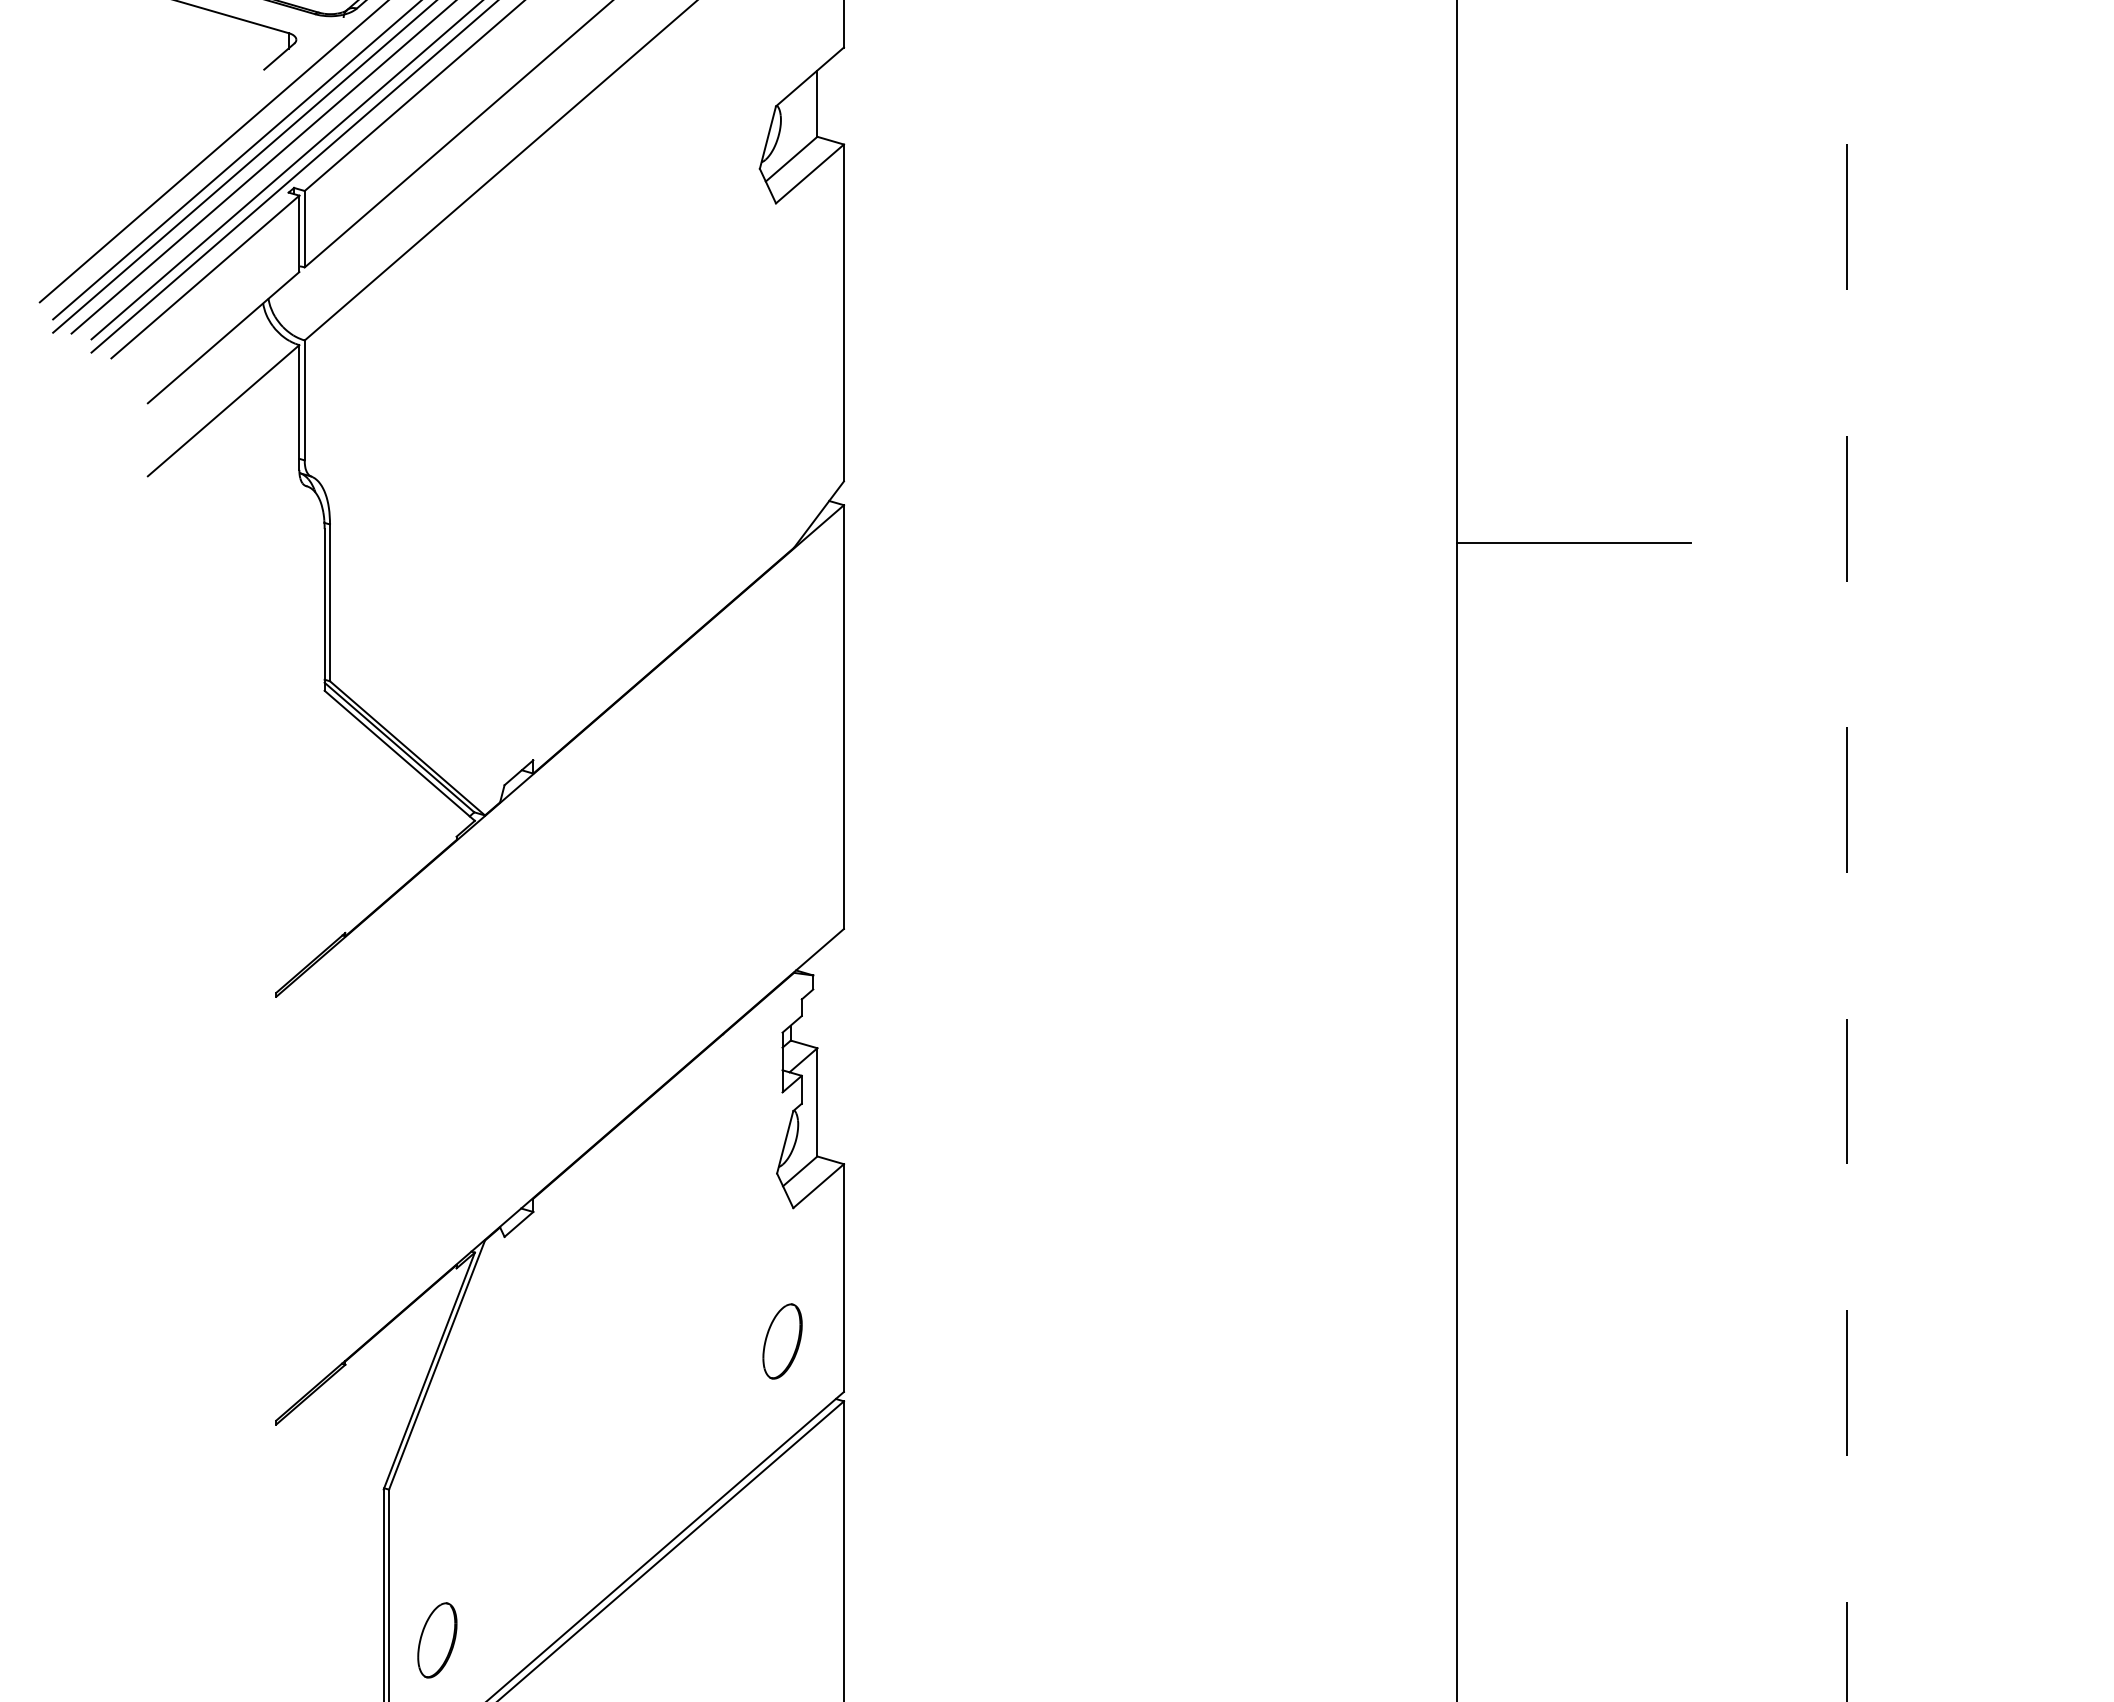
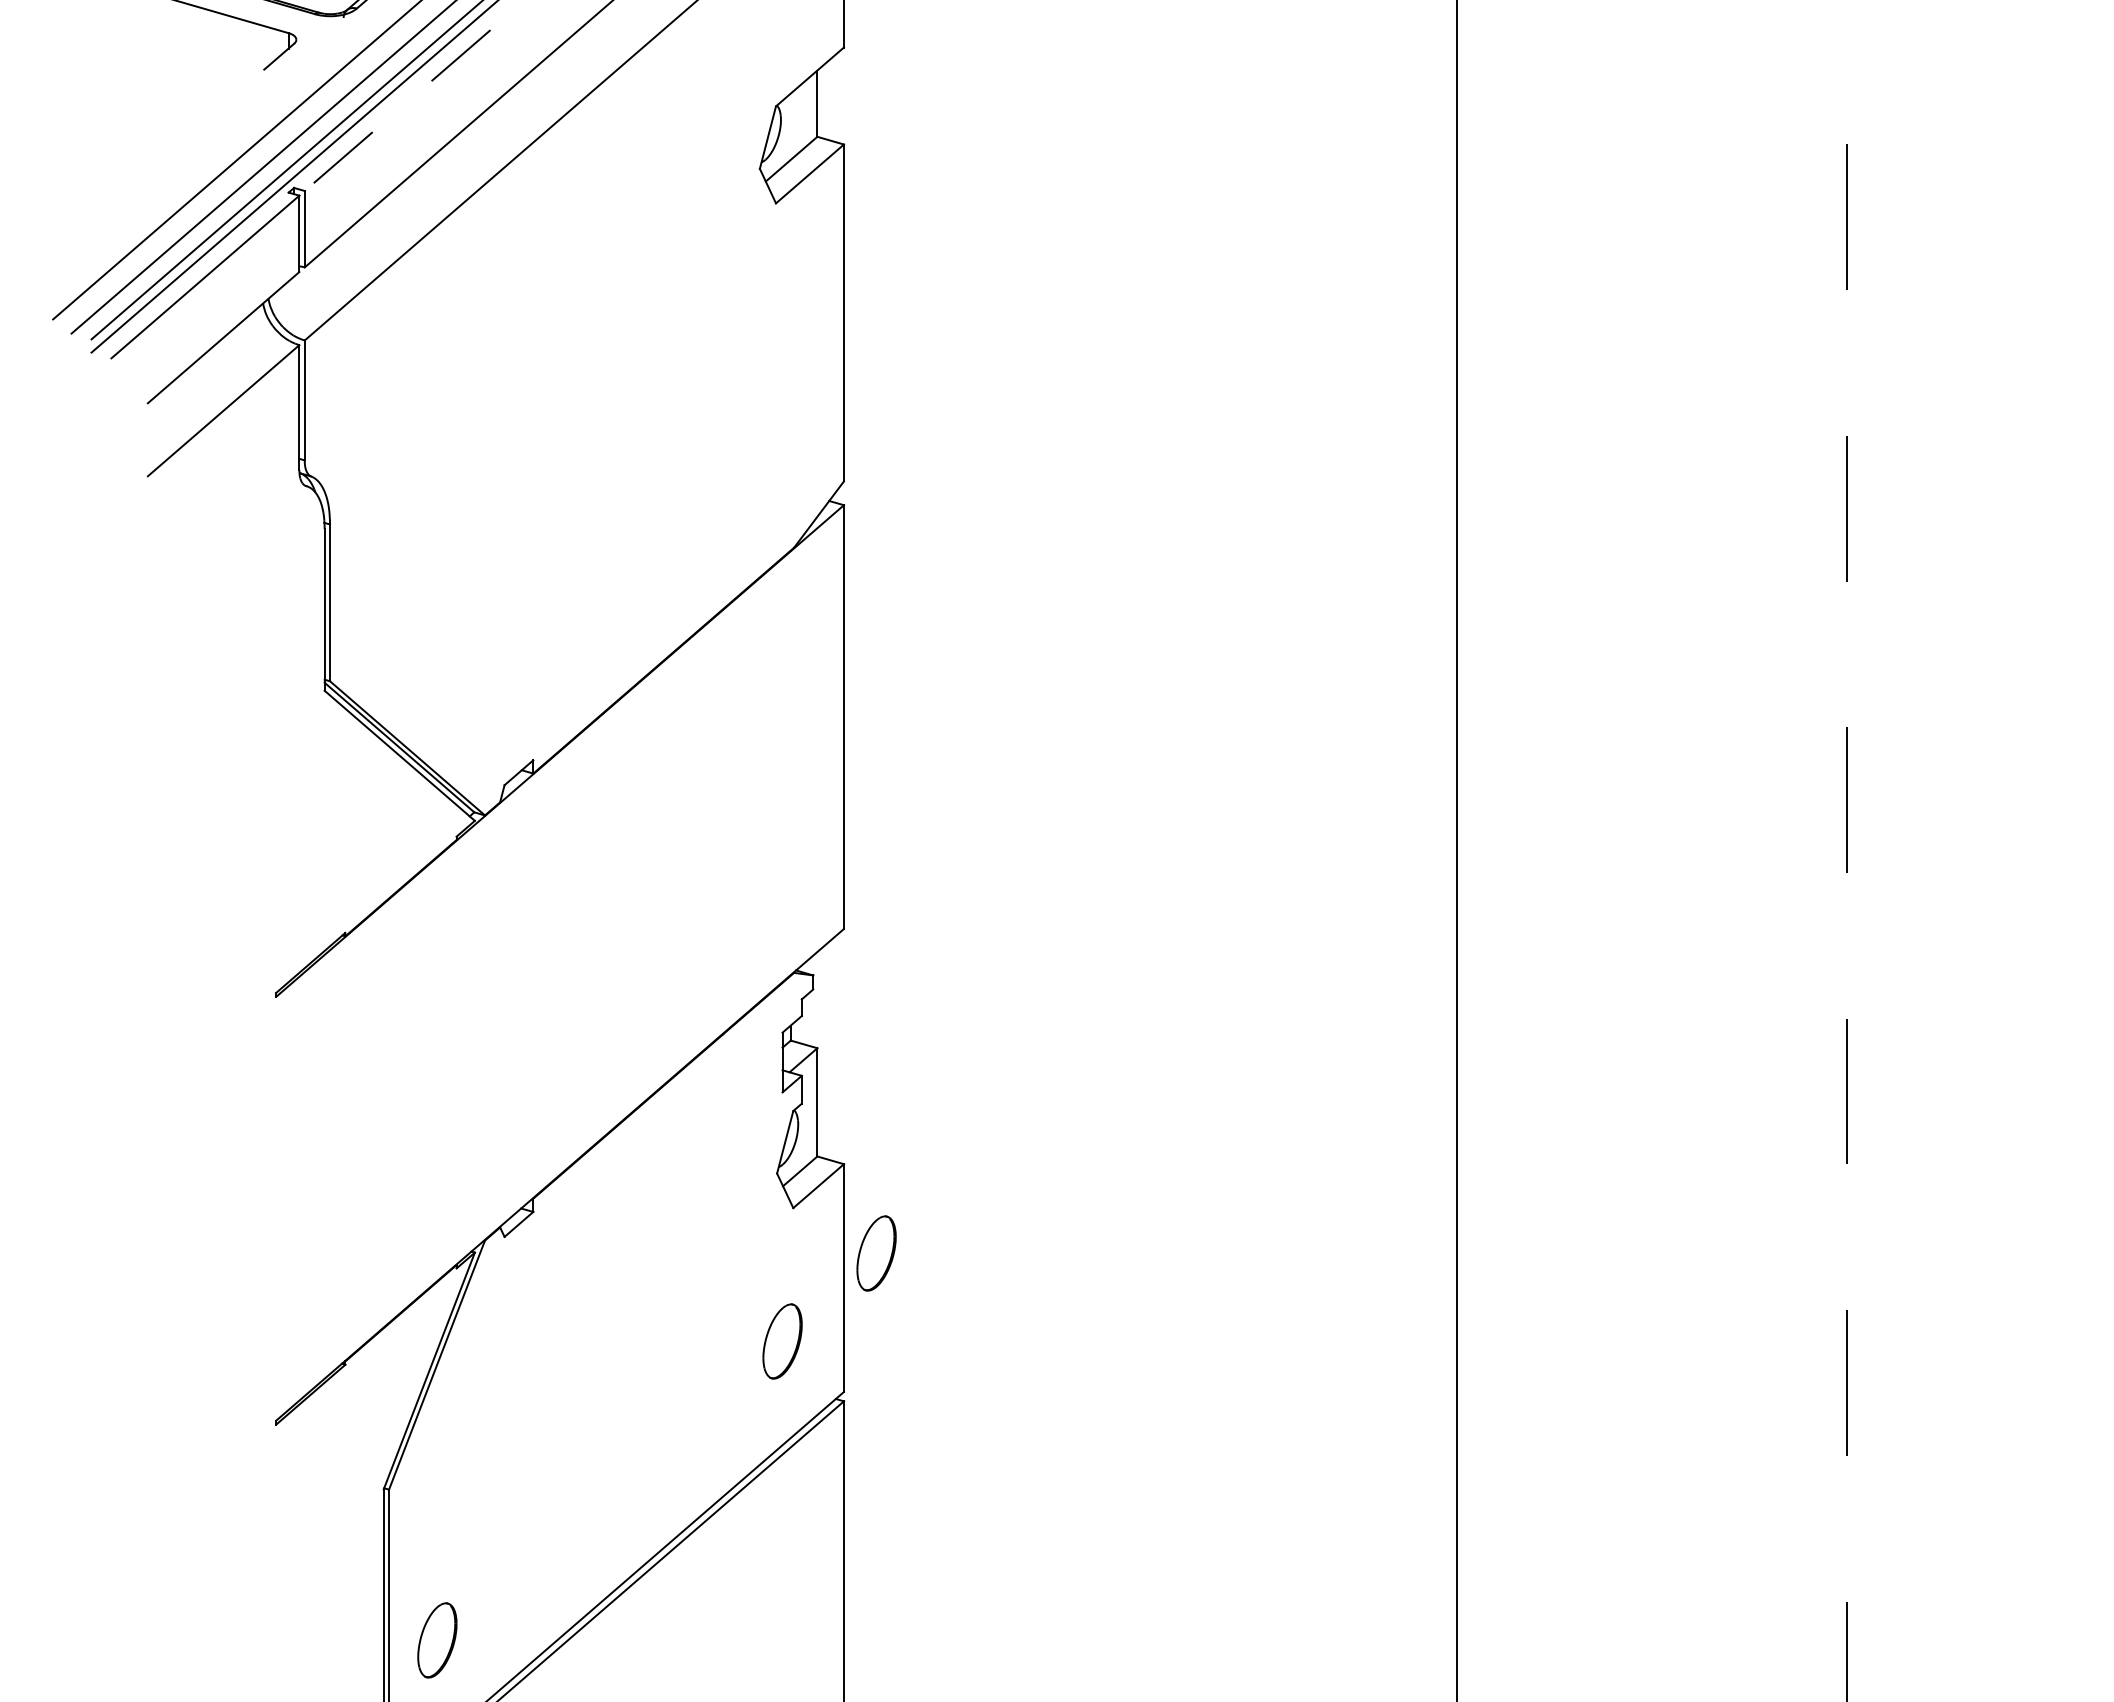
line at (415, 95): solid -> dashed
line at (212, 152): present -> none
line at (243, 167): present -> none
line at (1574, 542): present -> none
part at (876, 1253): none -> present
